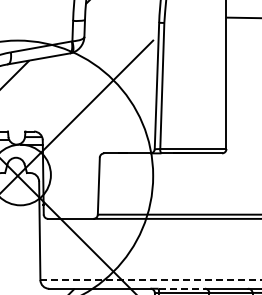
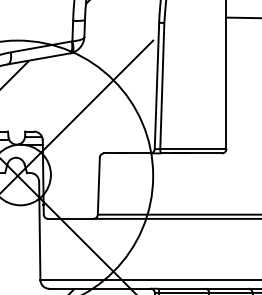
line at (151, 280): dashed -> solid
line at (182, 288): dashed -> solid
